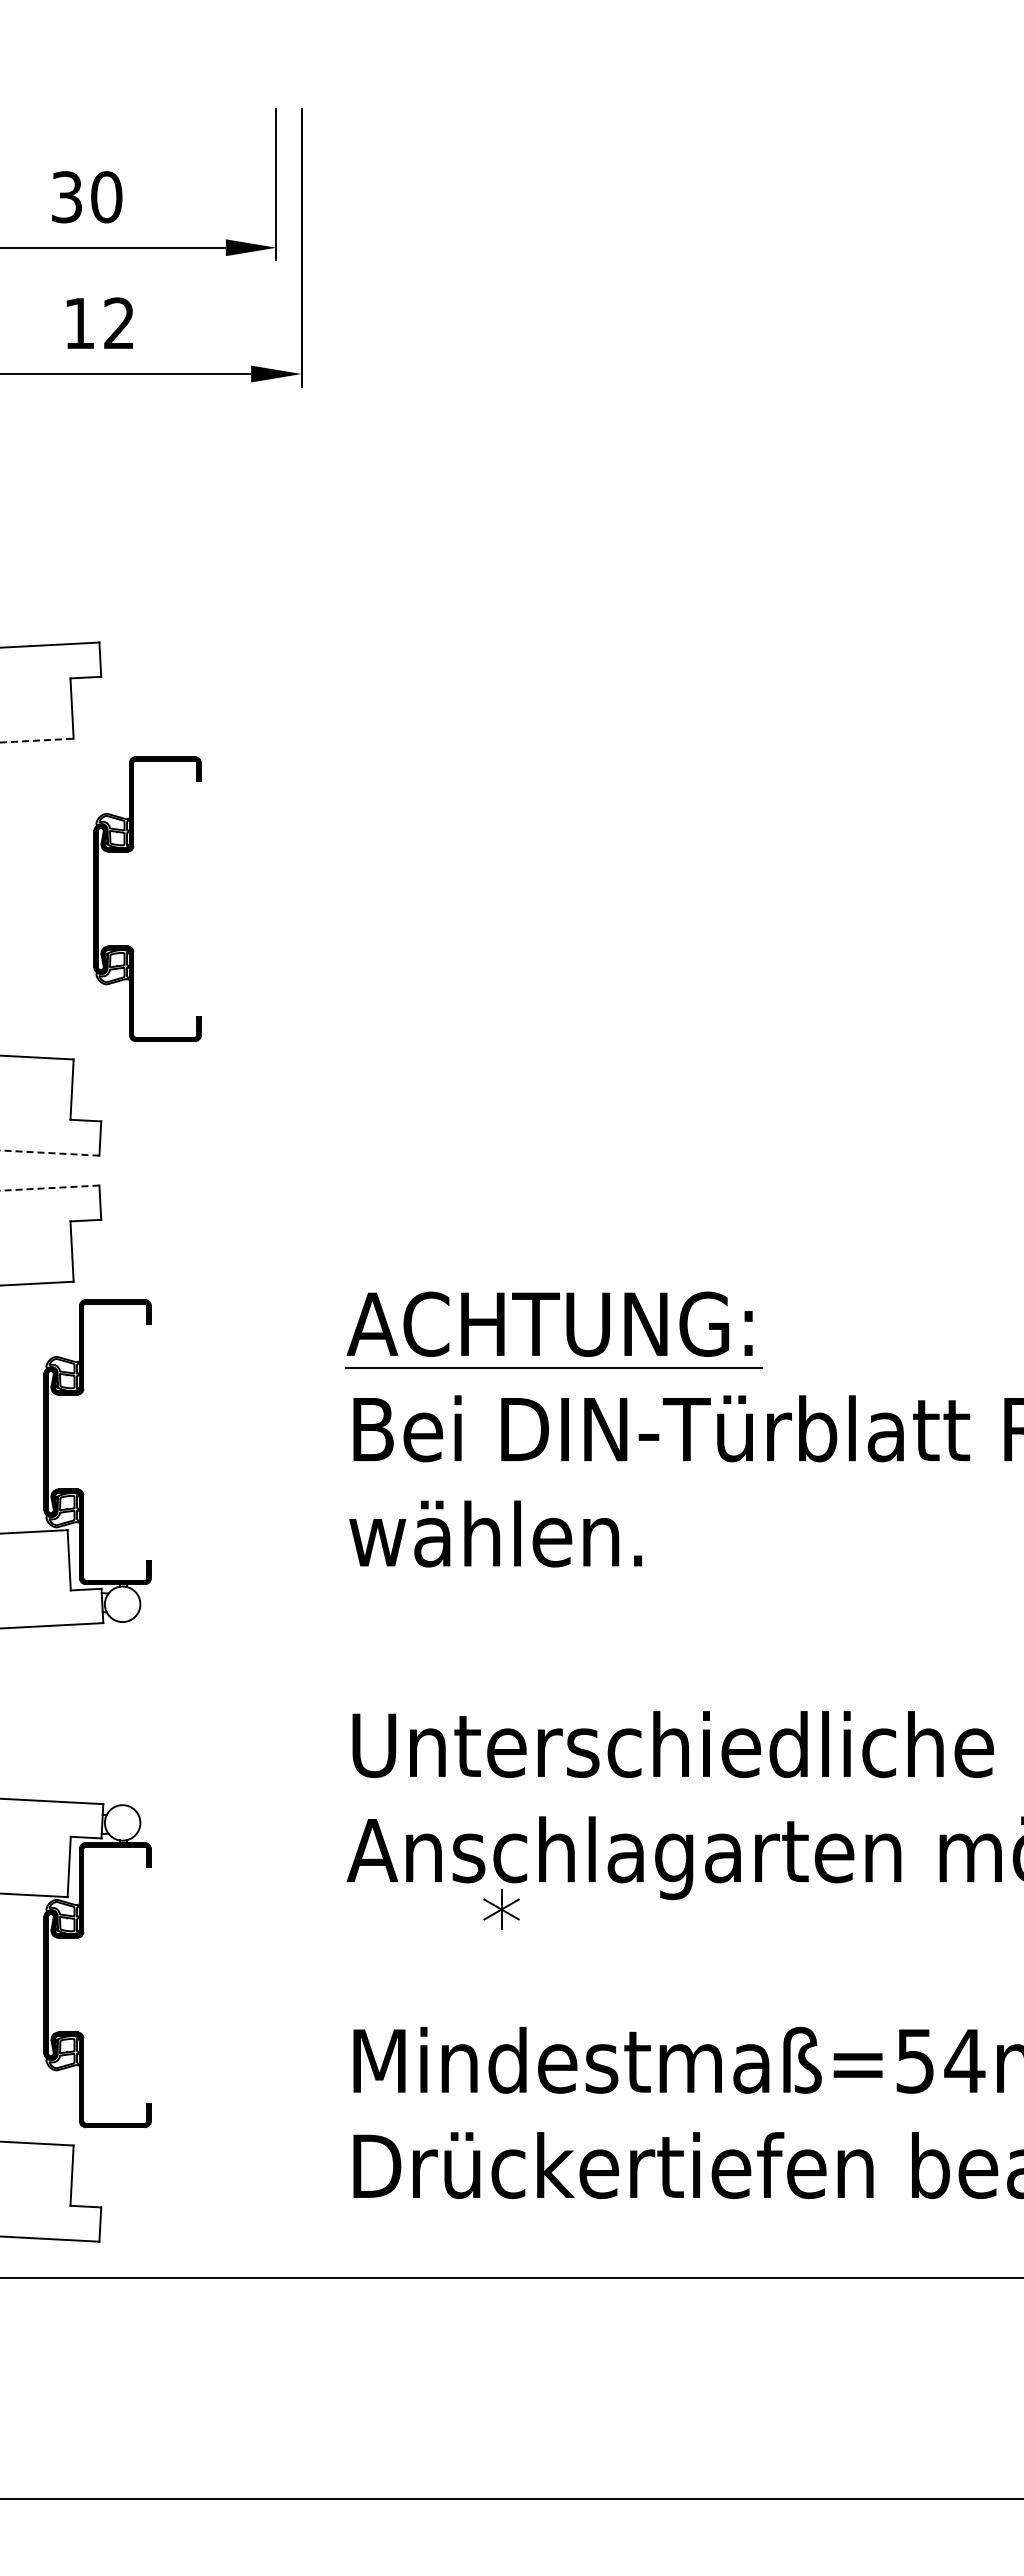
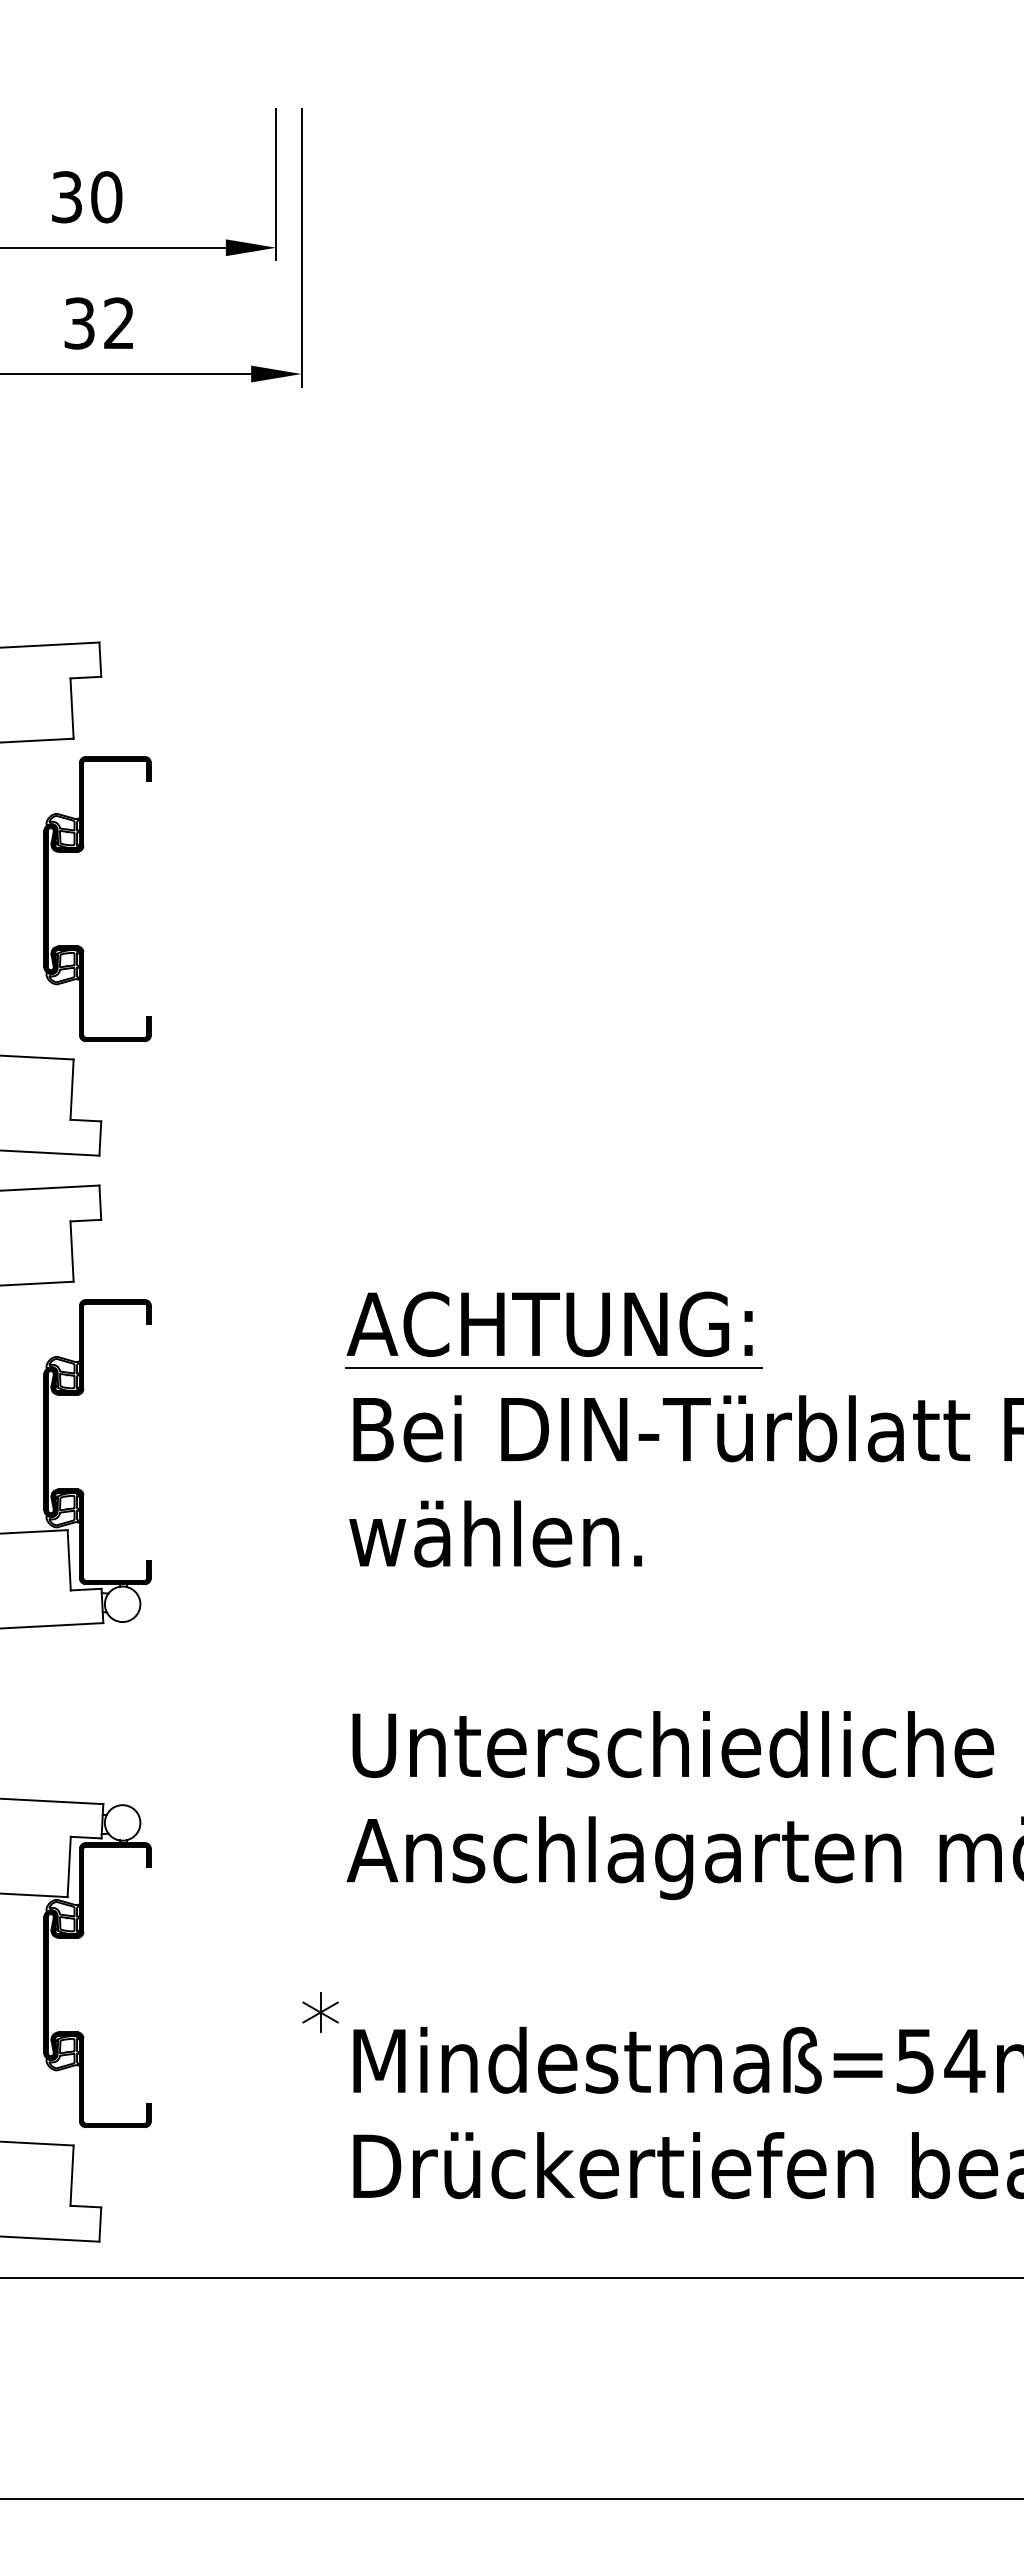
text at (79, 323): 12 -> 32
line at (37, 740): dashed -> solid
part at (98, 898) position: (98, 898) -> (48, 898)
line at (49, 1153): dashed -> solid
line at (49, 1188): dashed -> solid
part at (501, 1909) position: (501, 1909) -> (320, 2012)
